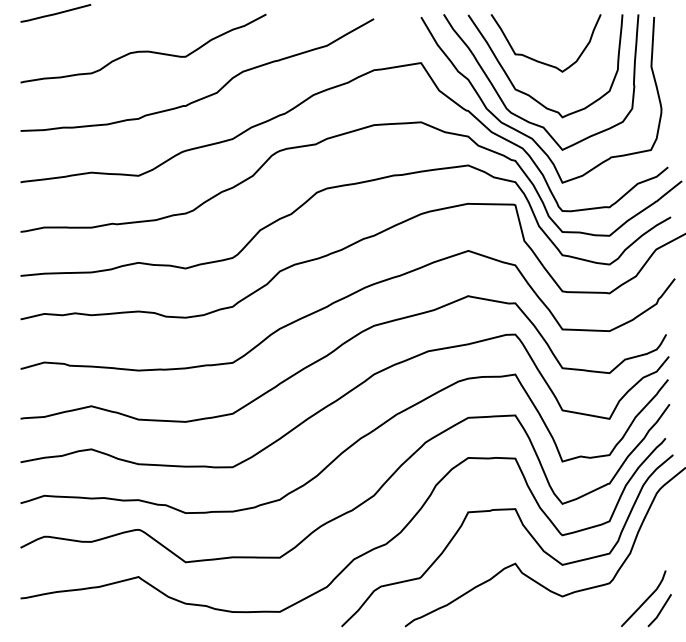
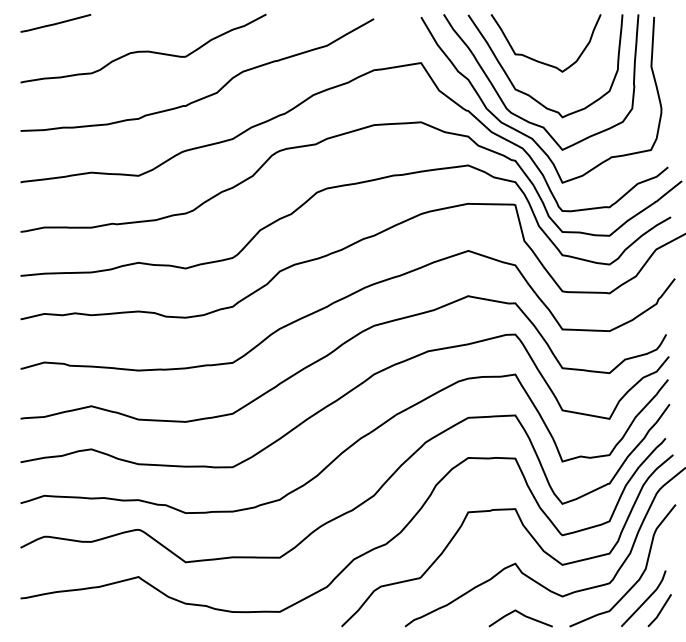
line at (55, 13) position: (55, 13) -> (55, 23)
curve at (640, 575): none -> present
line at (522, 615): none -> present
